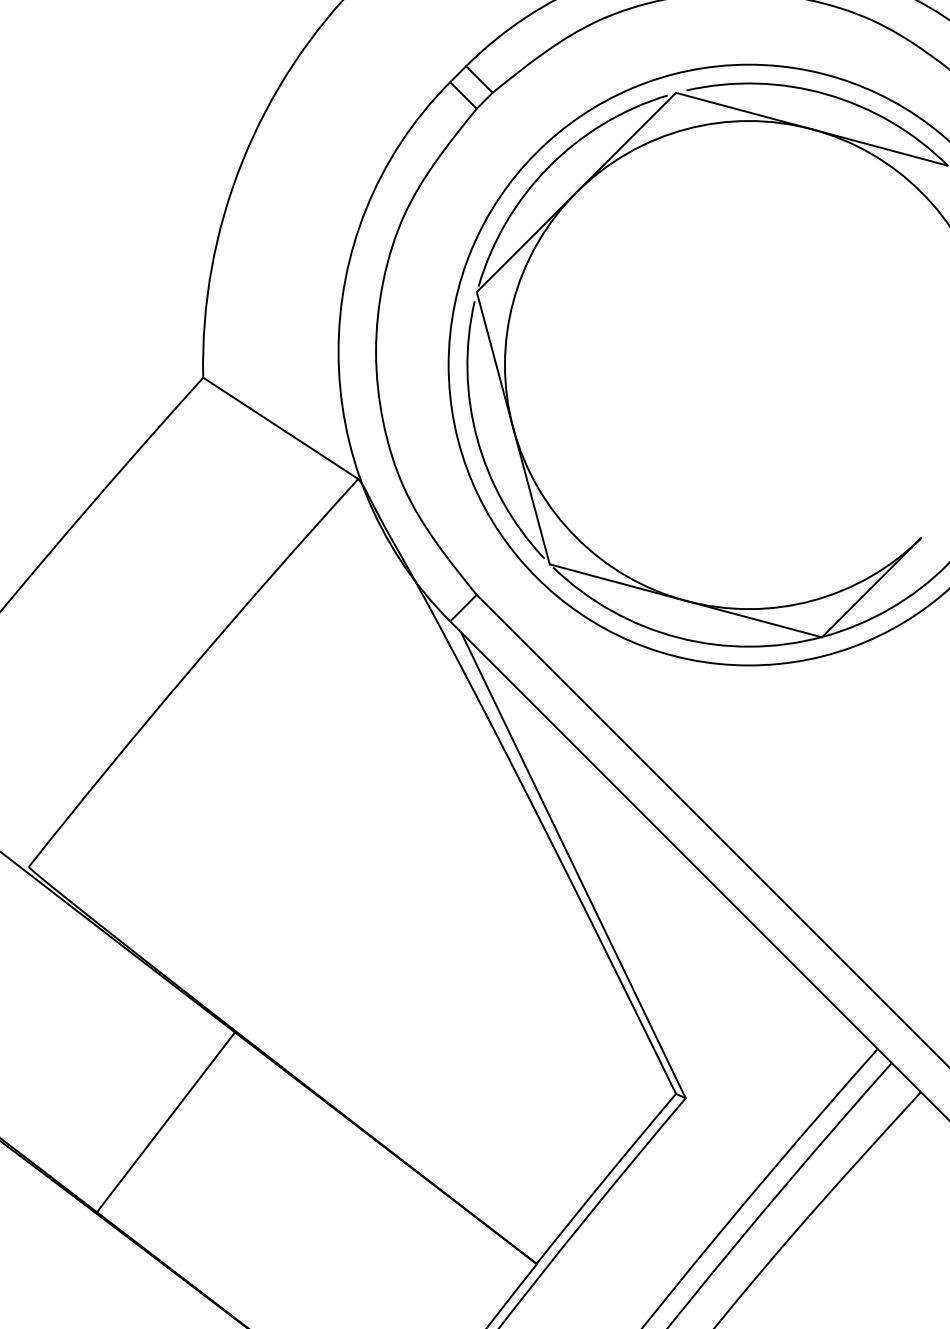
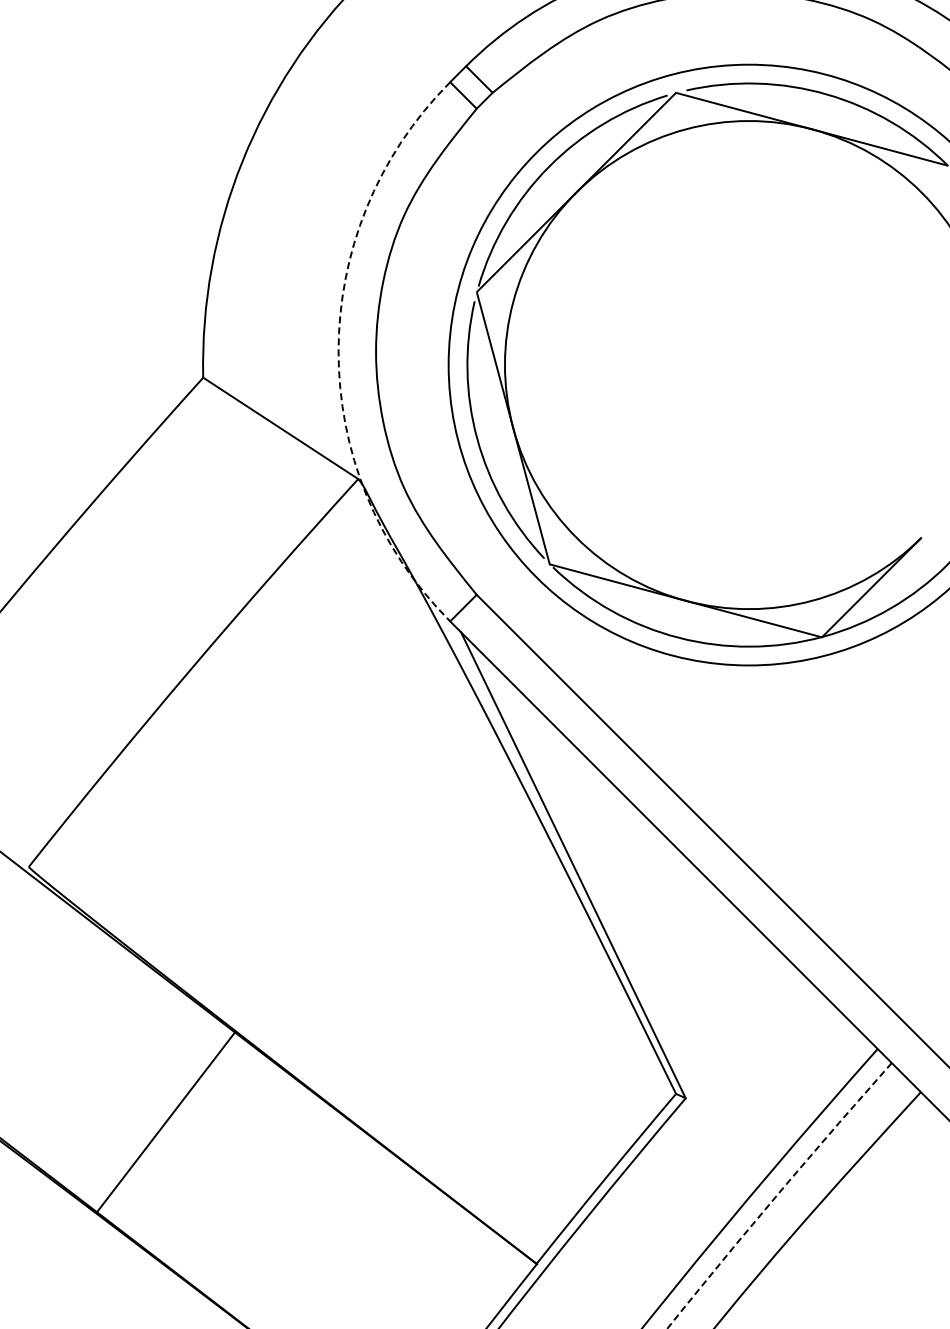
arc at (338, 351): solid -> dashed
arc at (777, 1194): solid -> dashed
